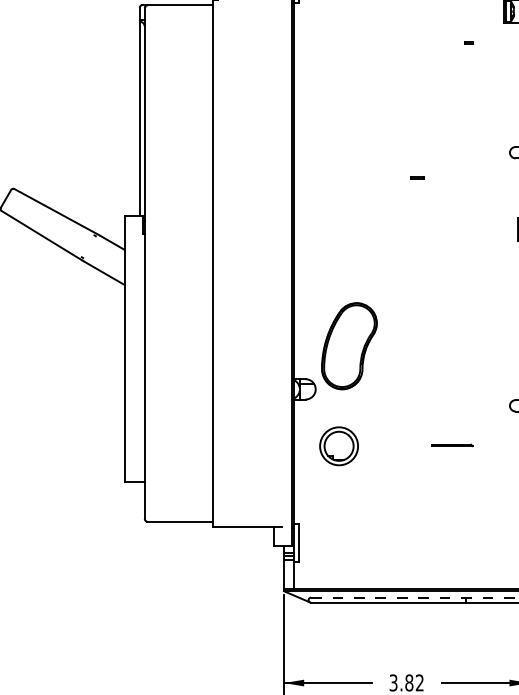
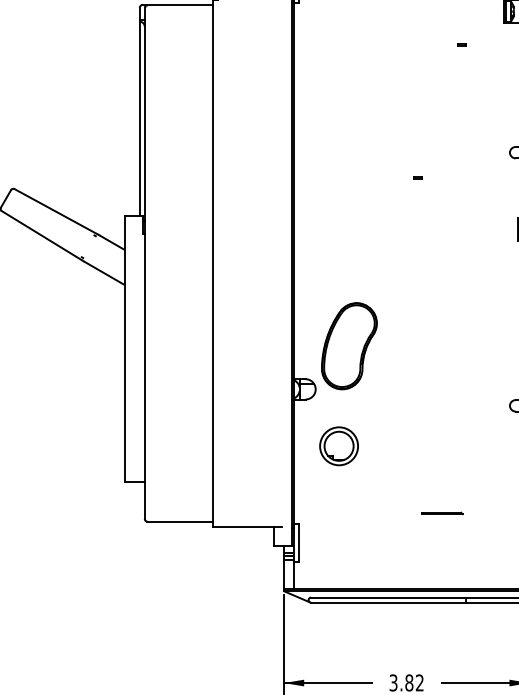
part at (468, 42) position: (468, 42) -> (461, 44)
part at (417, 177) size: 15x4 px -> 10x4 px
line at (452, 445) position: (452, 445) -> (442, 513)
line at (414, 597): dashed -> solid
